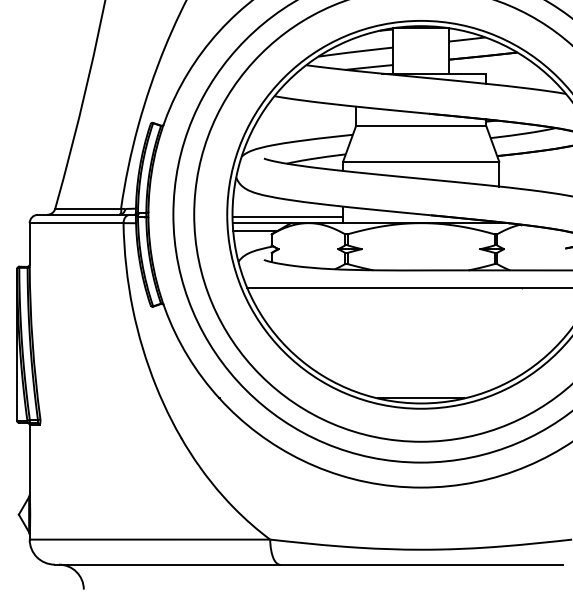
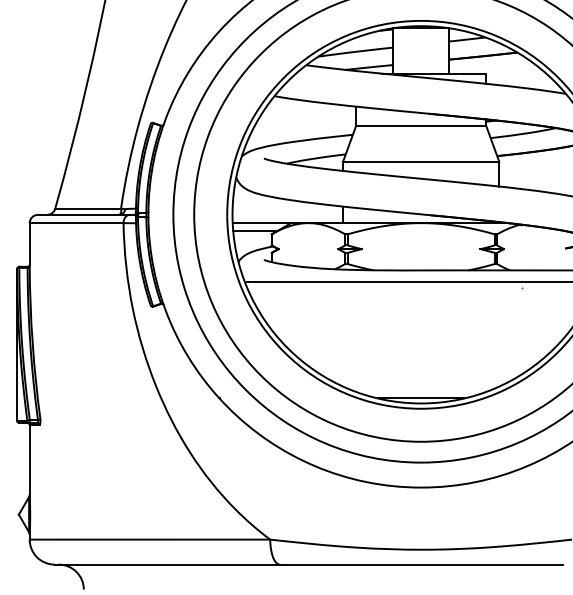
line at (287, 217): present -> none
line at (408, 288) position: (408, 288) -> (408, 282)
